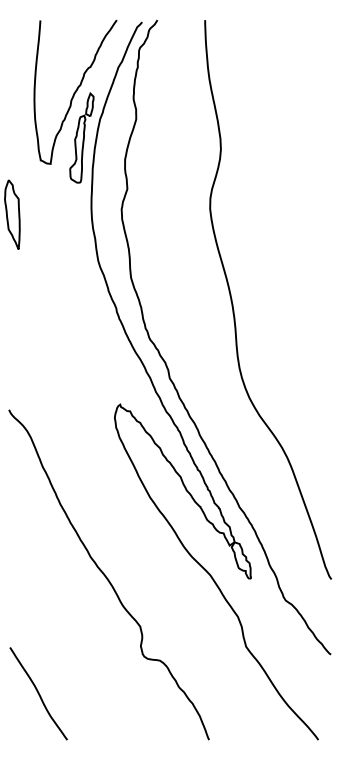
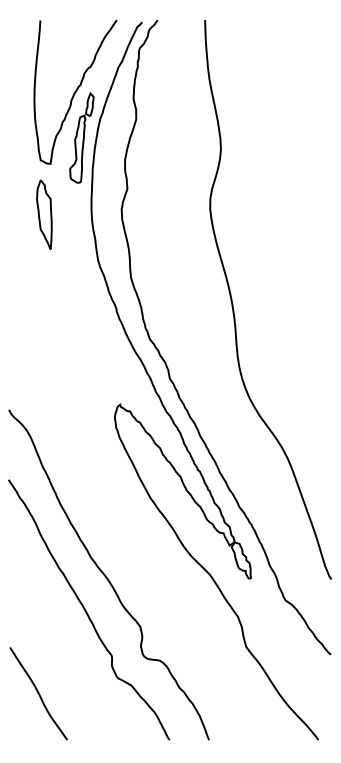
part at (12, 214) position: (12, 214) -> (44, 214)
curve at (86, 610): none -> present
